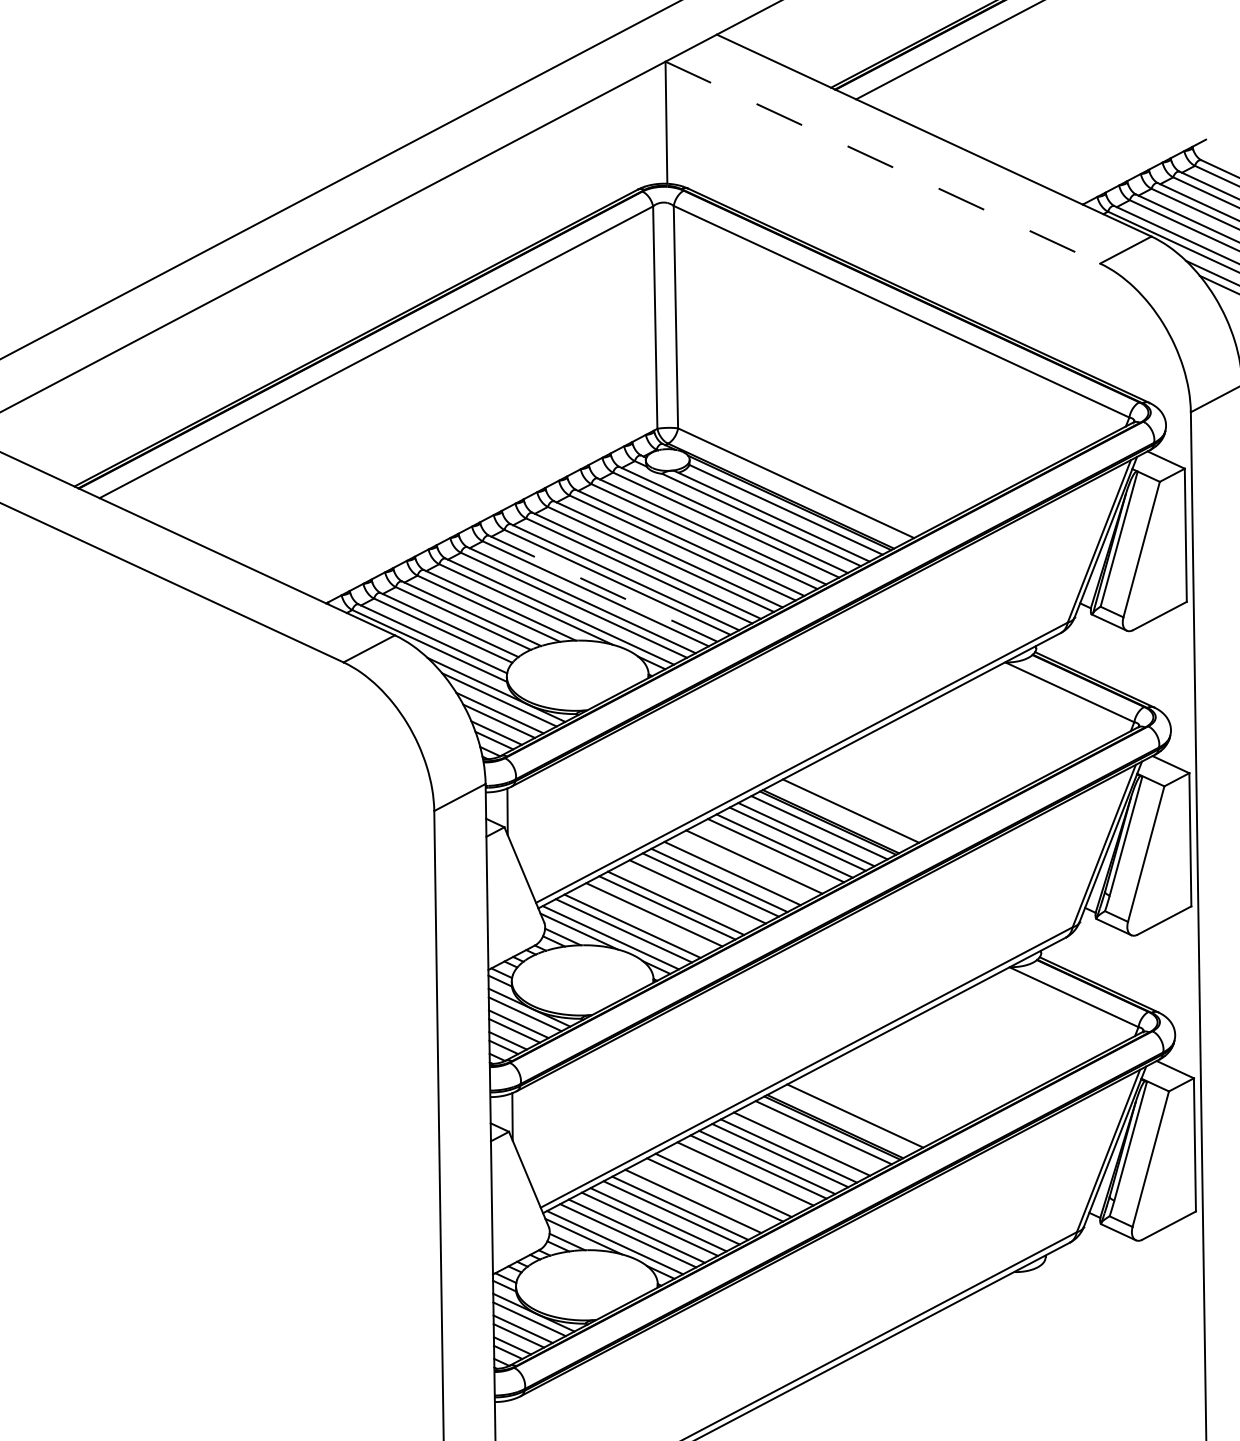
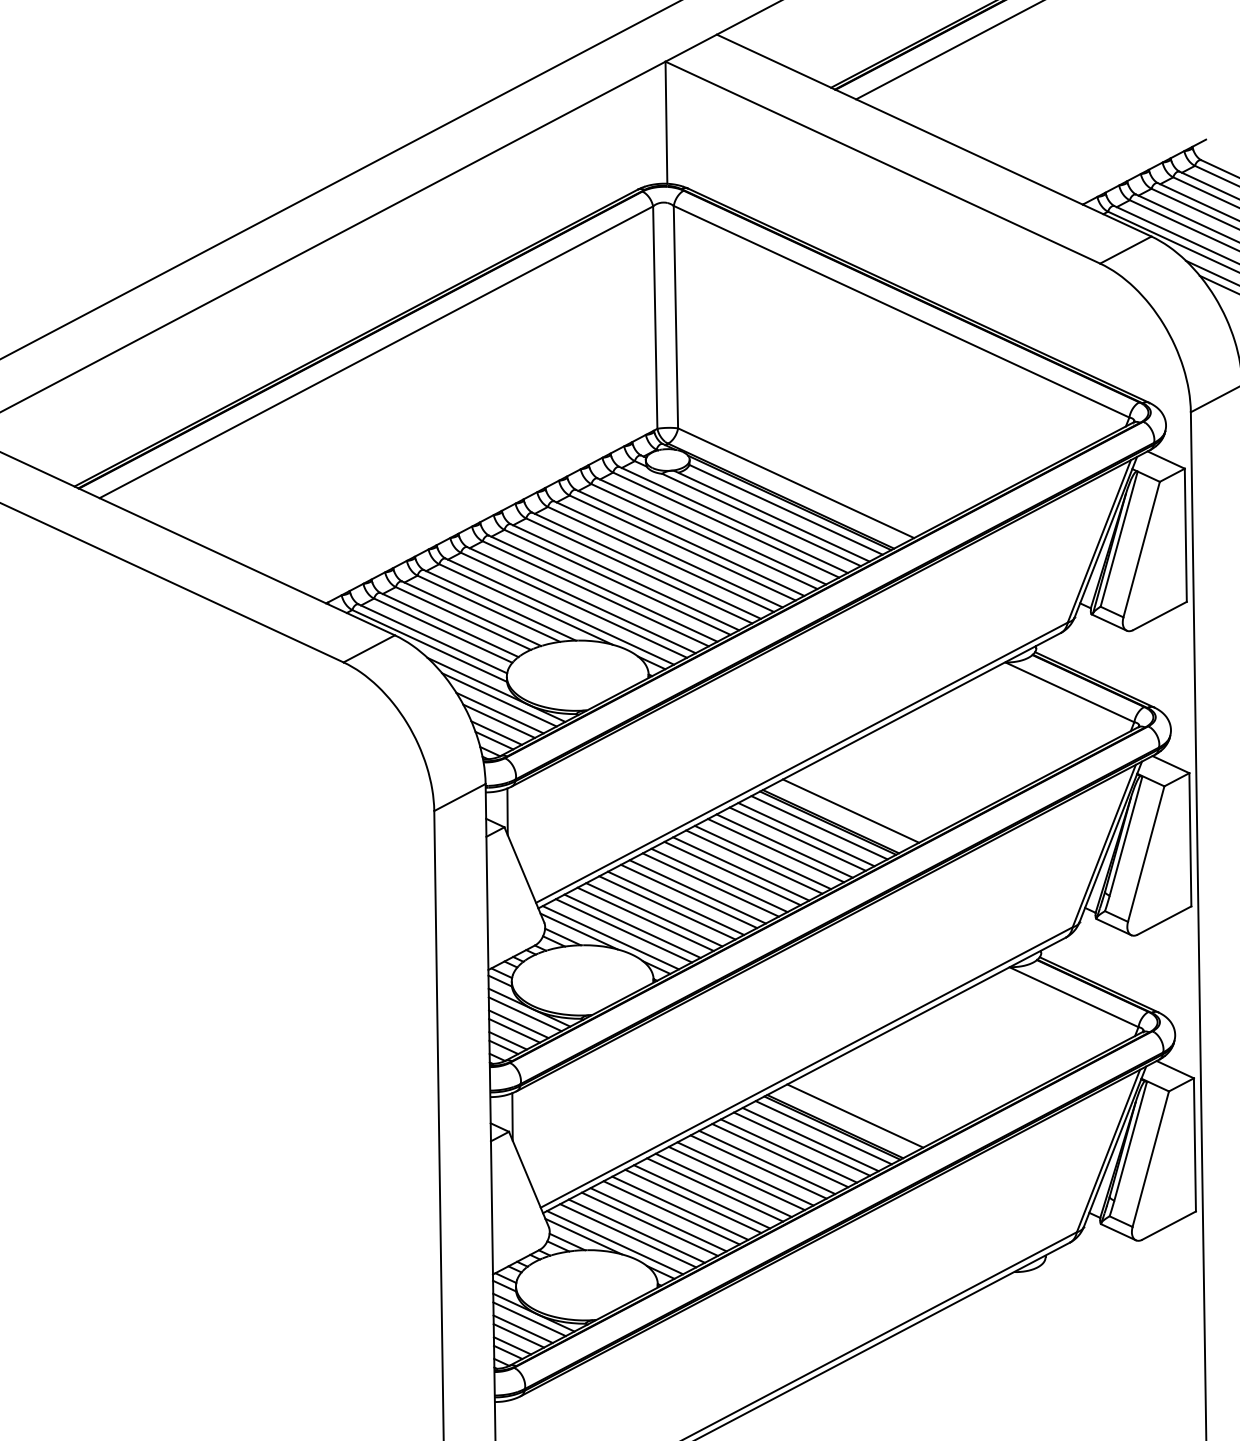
line at (882, 162): dashed -> solid
line at (603, 588): dashed -> solid
line at (762, 857): none -> present
line at (741, 868): none -> present
line at (689, 896): none -> present
line at (645, 918): none -> present
line at (810, 1139): none -> present
line at (736, 1178): none -> present
line at (702, 1196): none -> present
